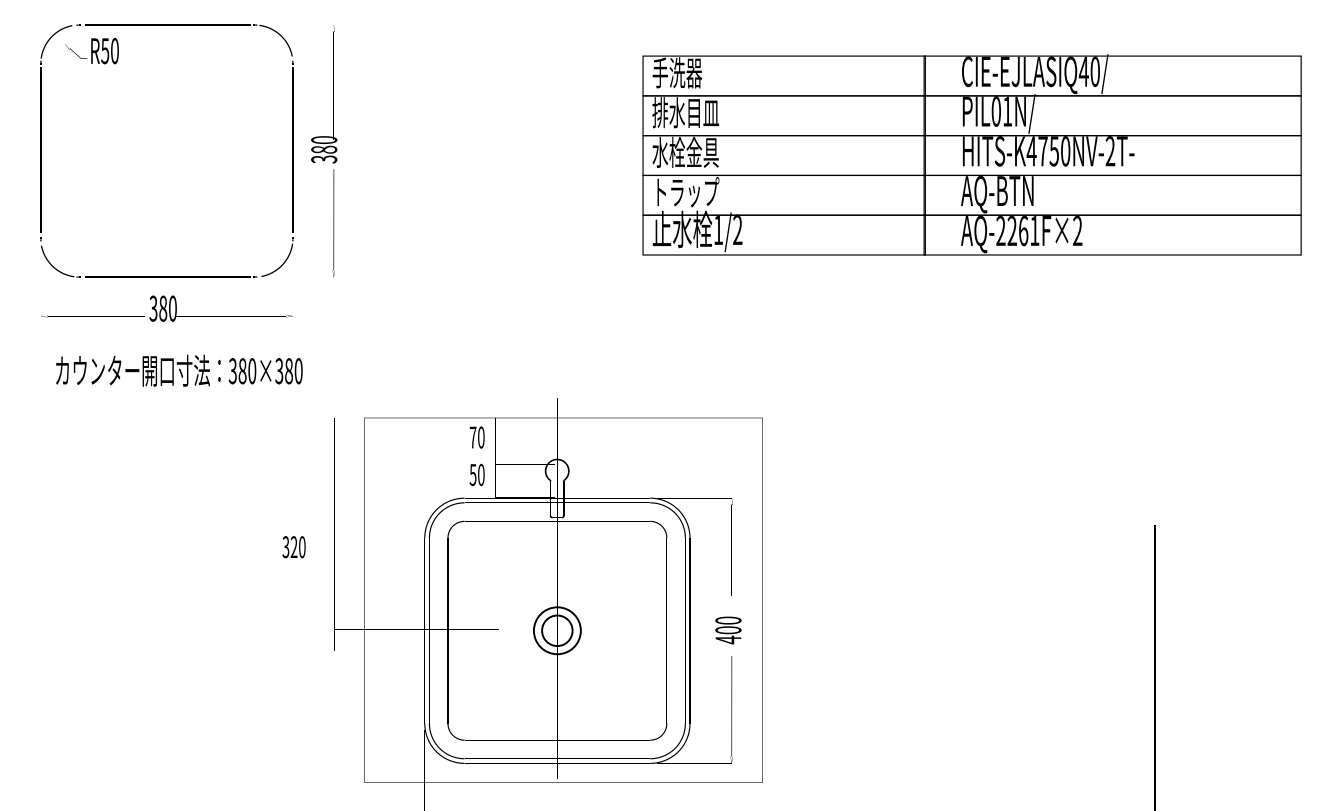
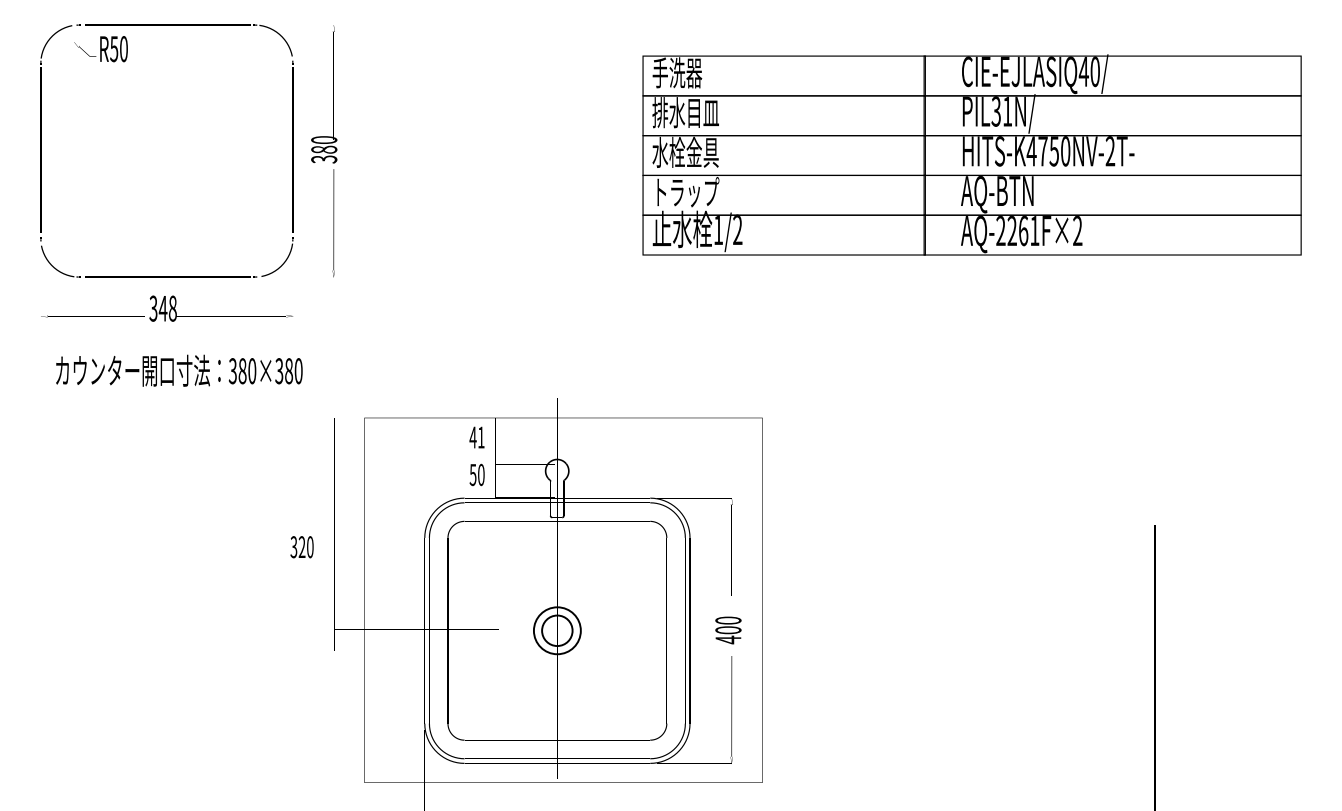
text at (91, 51) position: (91, 51) -> (100, 49)
text at (995, 111): PIL01N/ -> PIL31N/
text at (167, 308): 380 -> 348
text at (476, 437): 70 -> 41
text at (293, 547) position: (293, 547) -> (301, 547)
